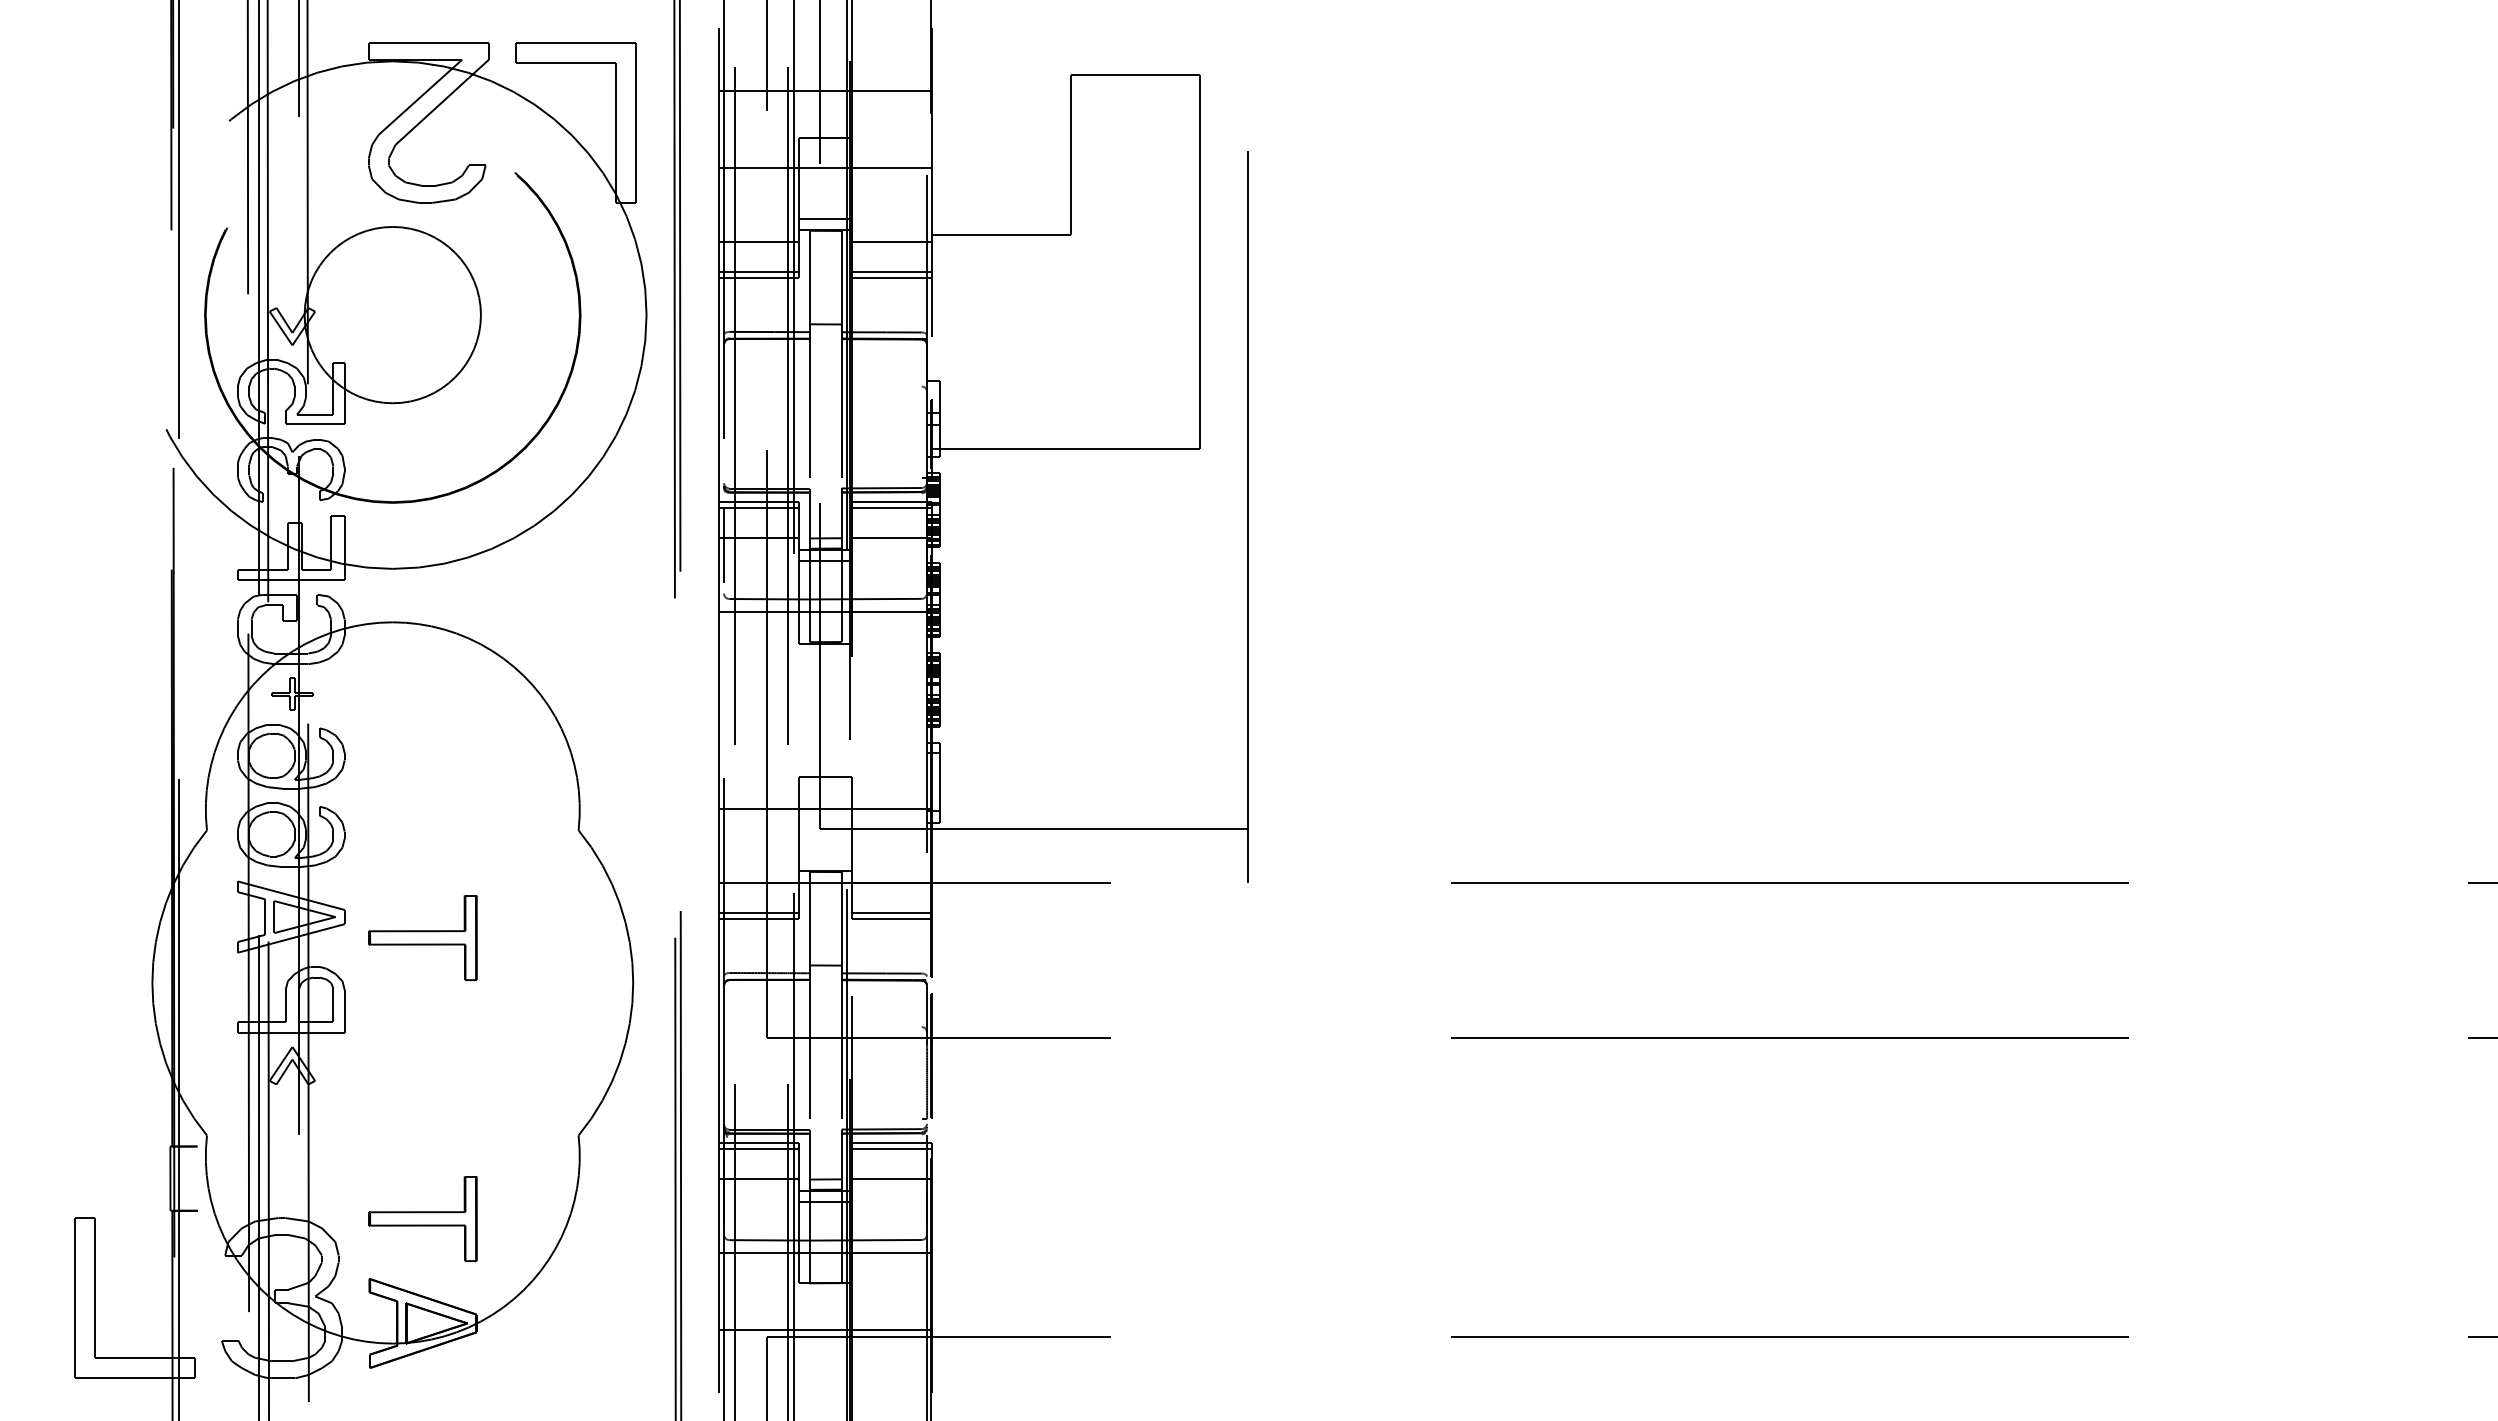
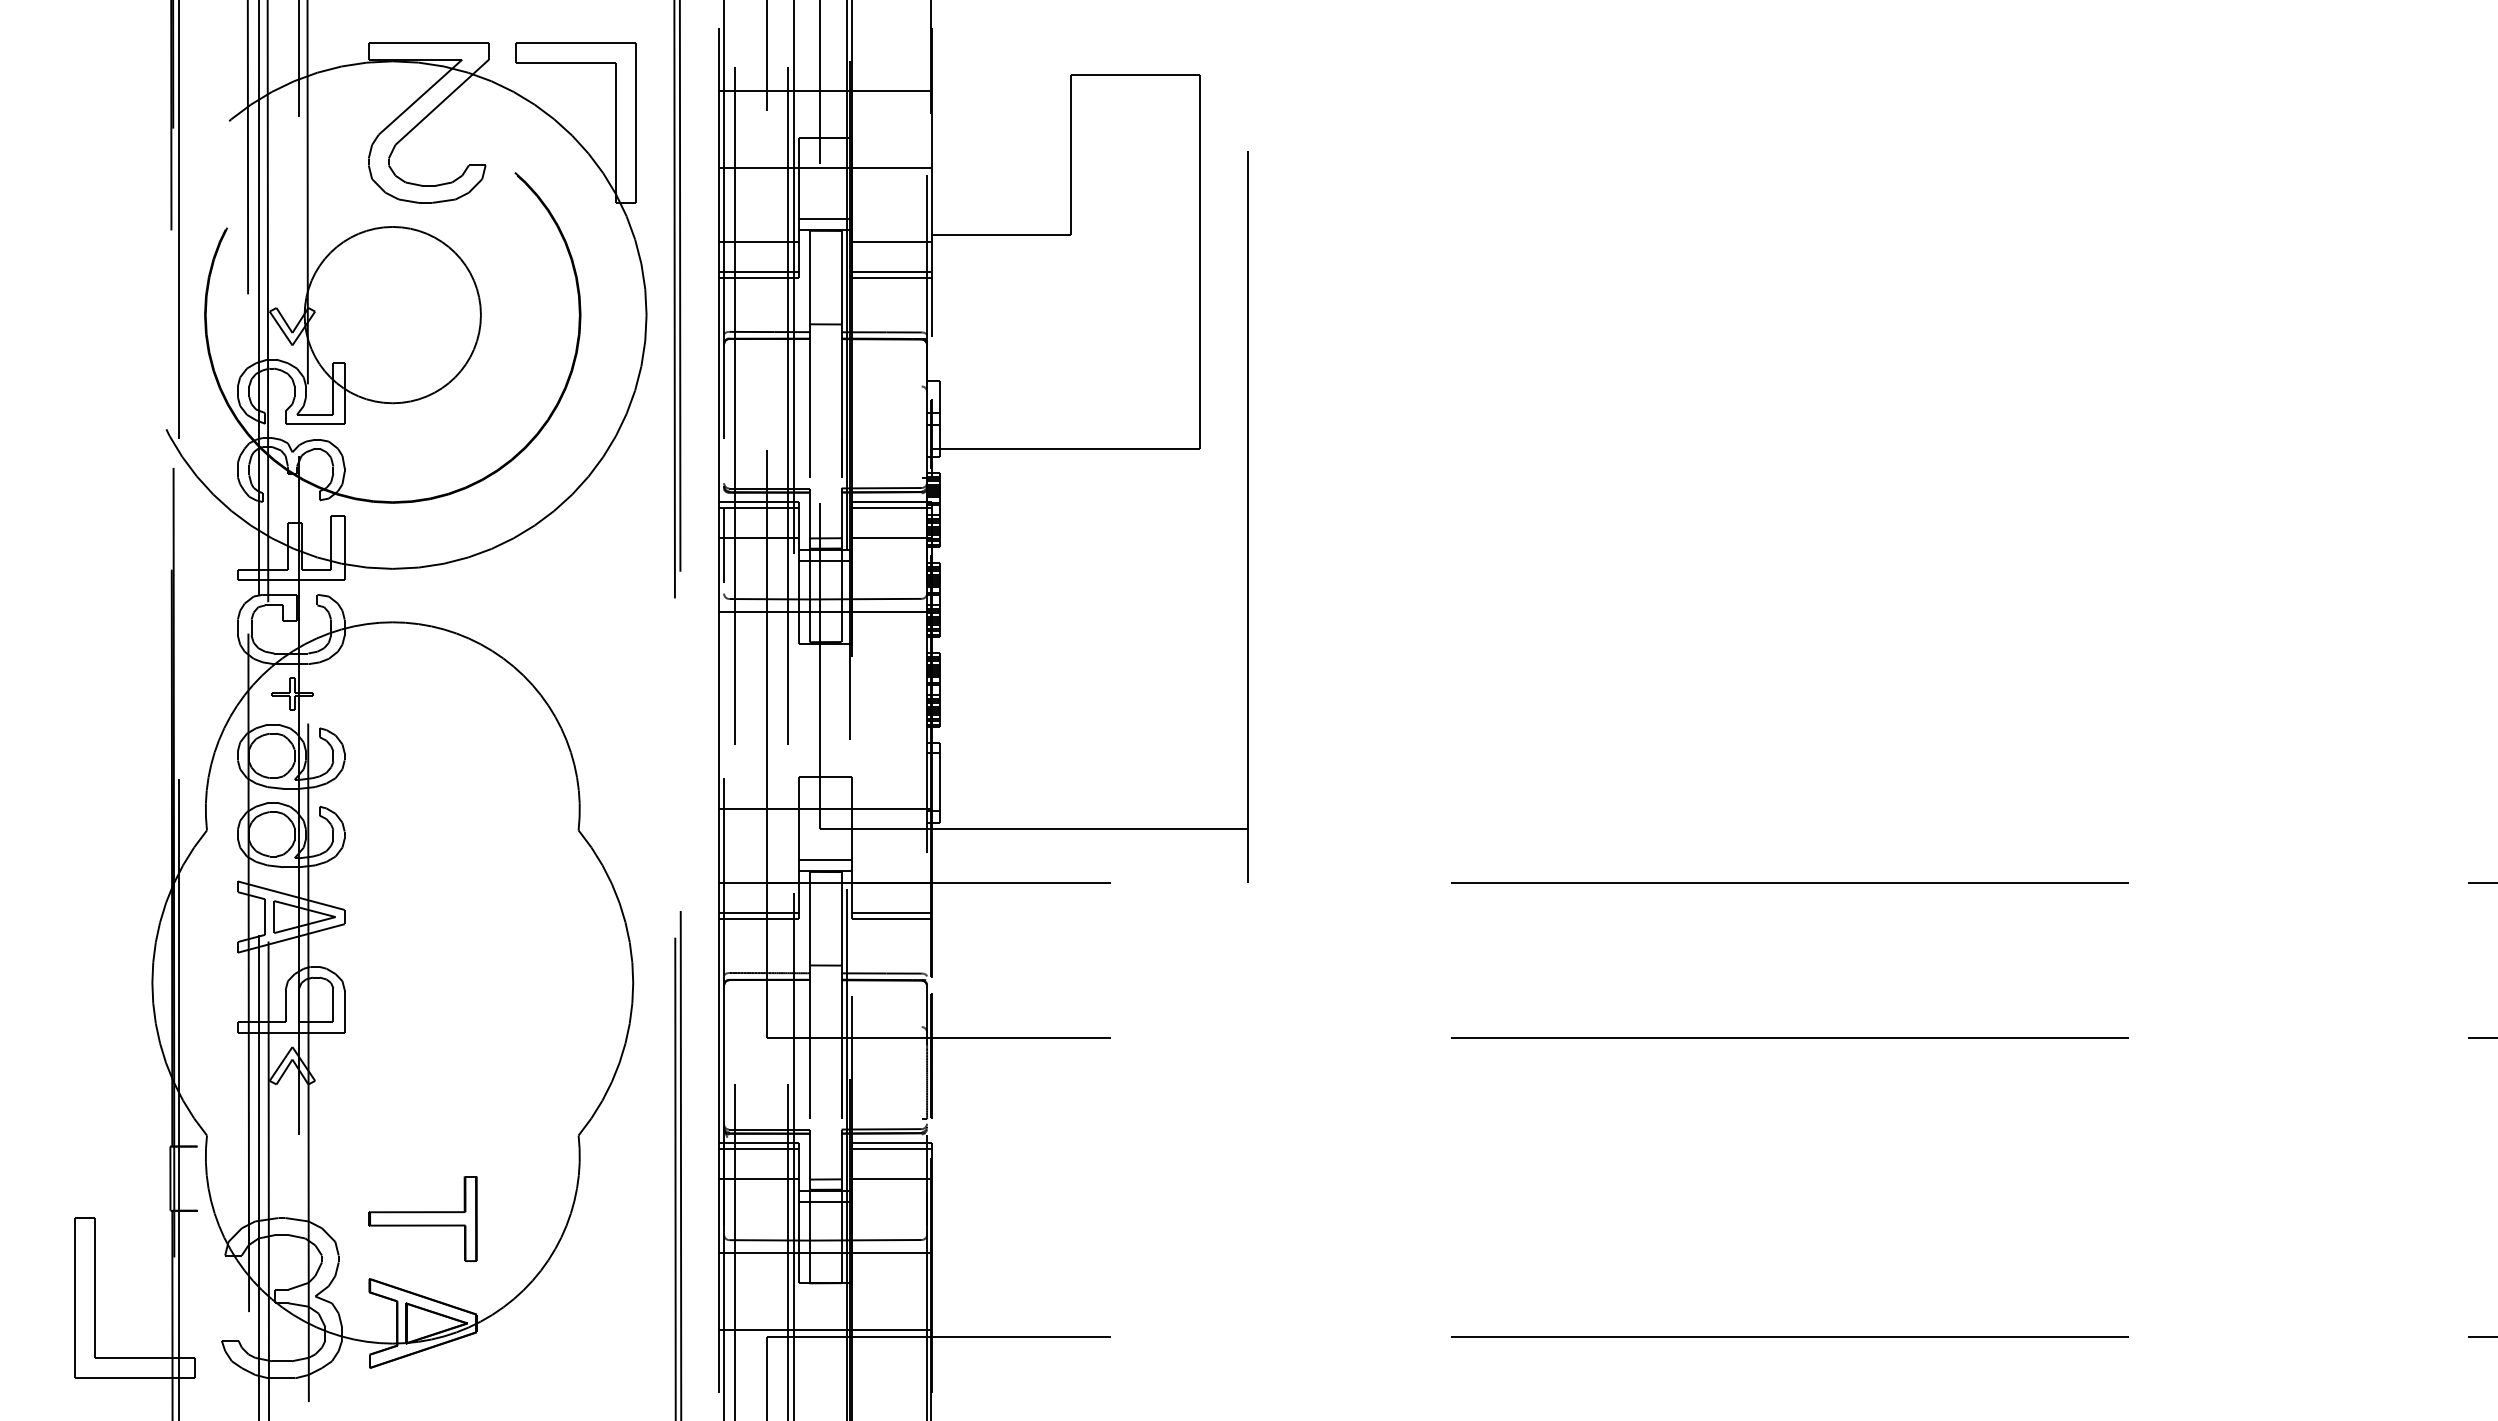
line at (825, 860): none -> present
part at (422, 937): present -> none
